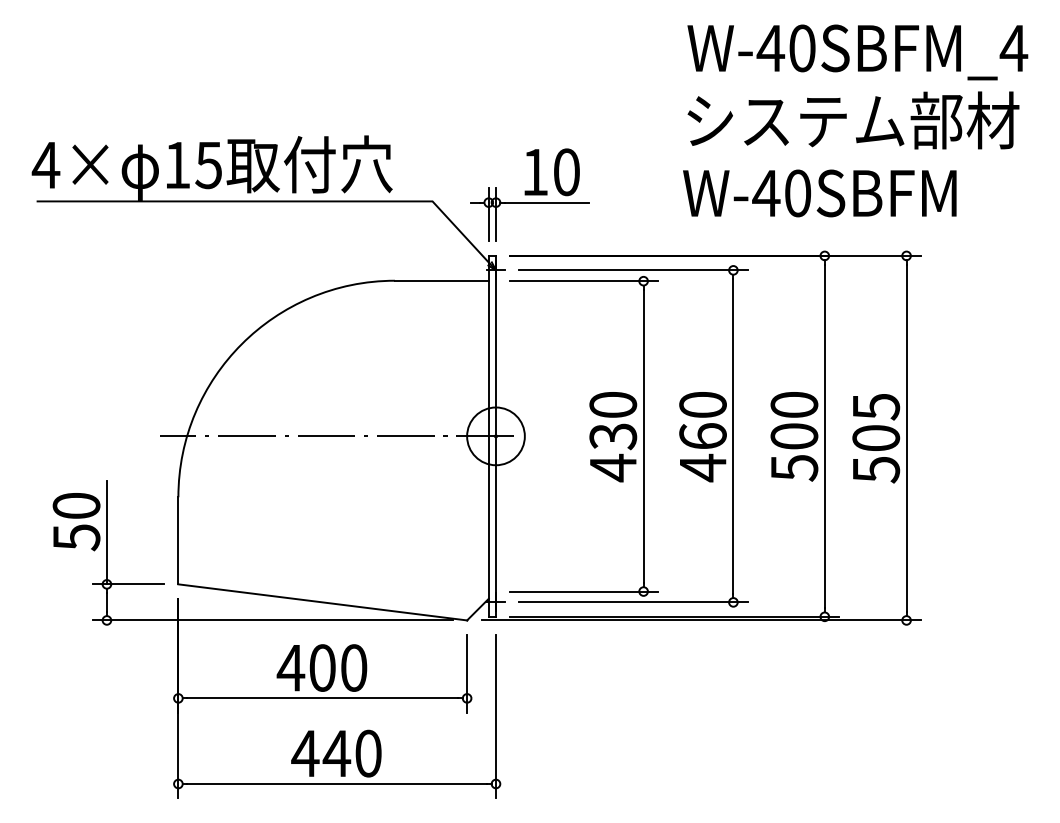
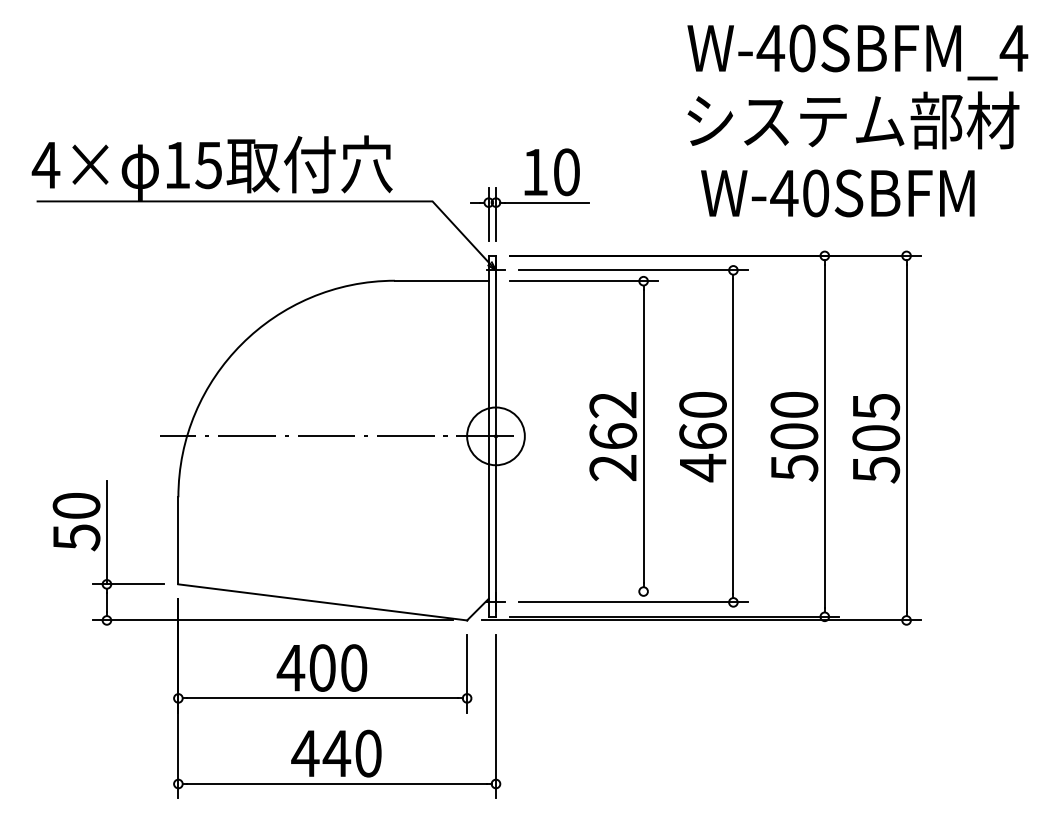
text at (819, 193) position: (819, 193) -> (837, 193)
text at (613, 437): 430 -> 262
line at (584, 591): present -> none
